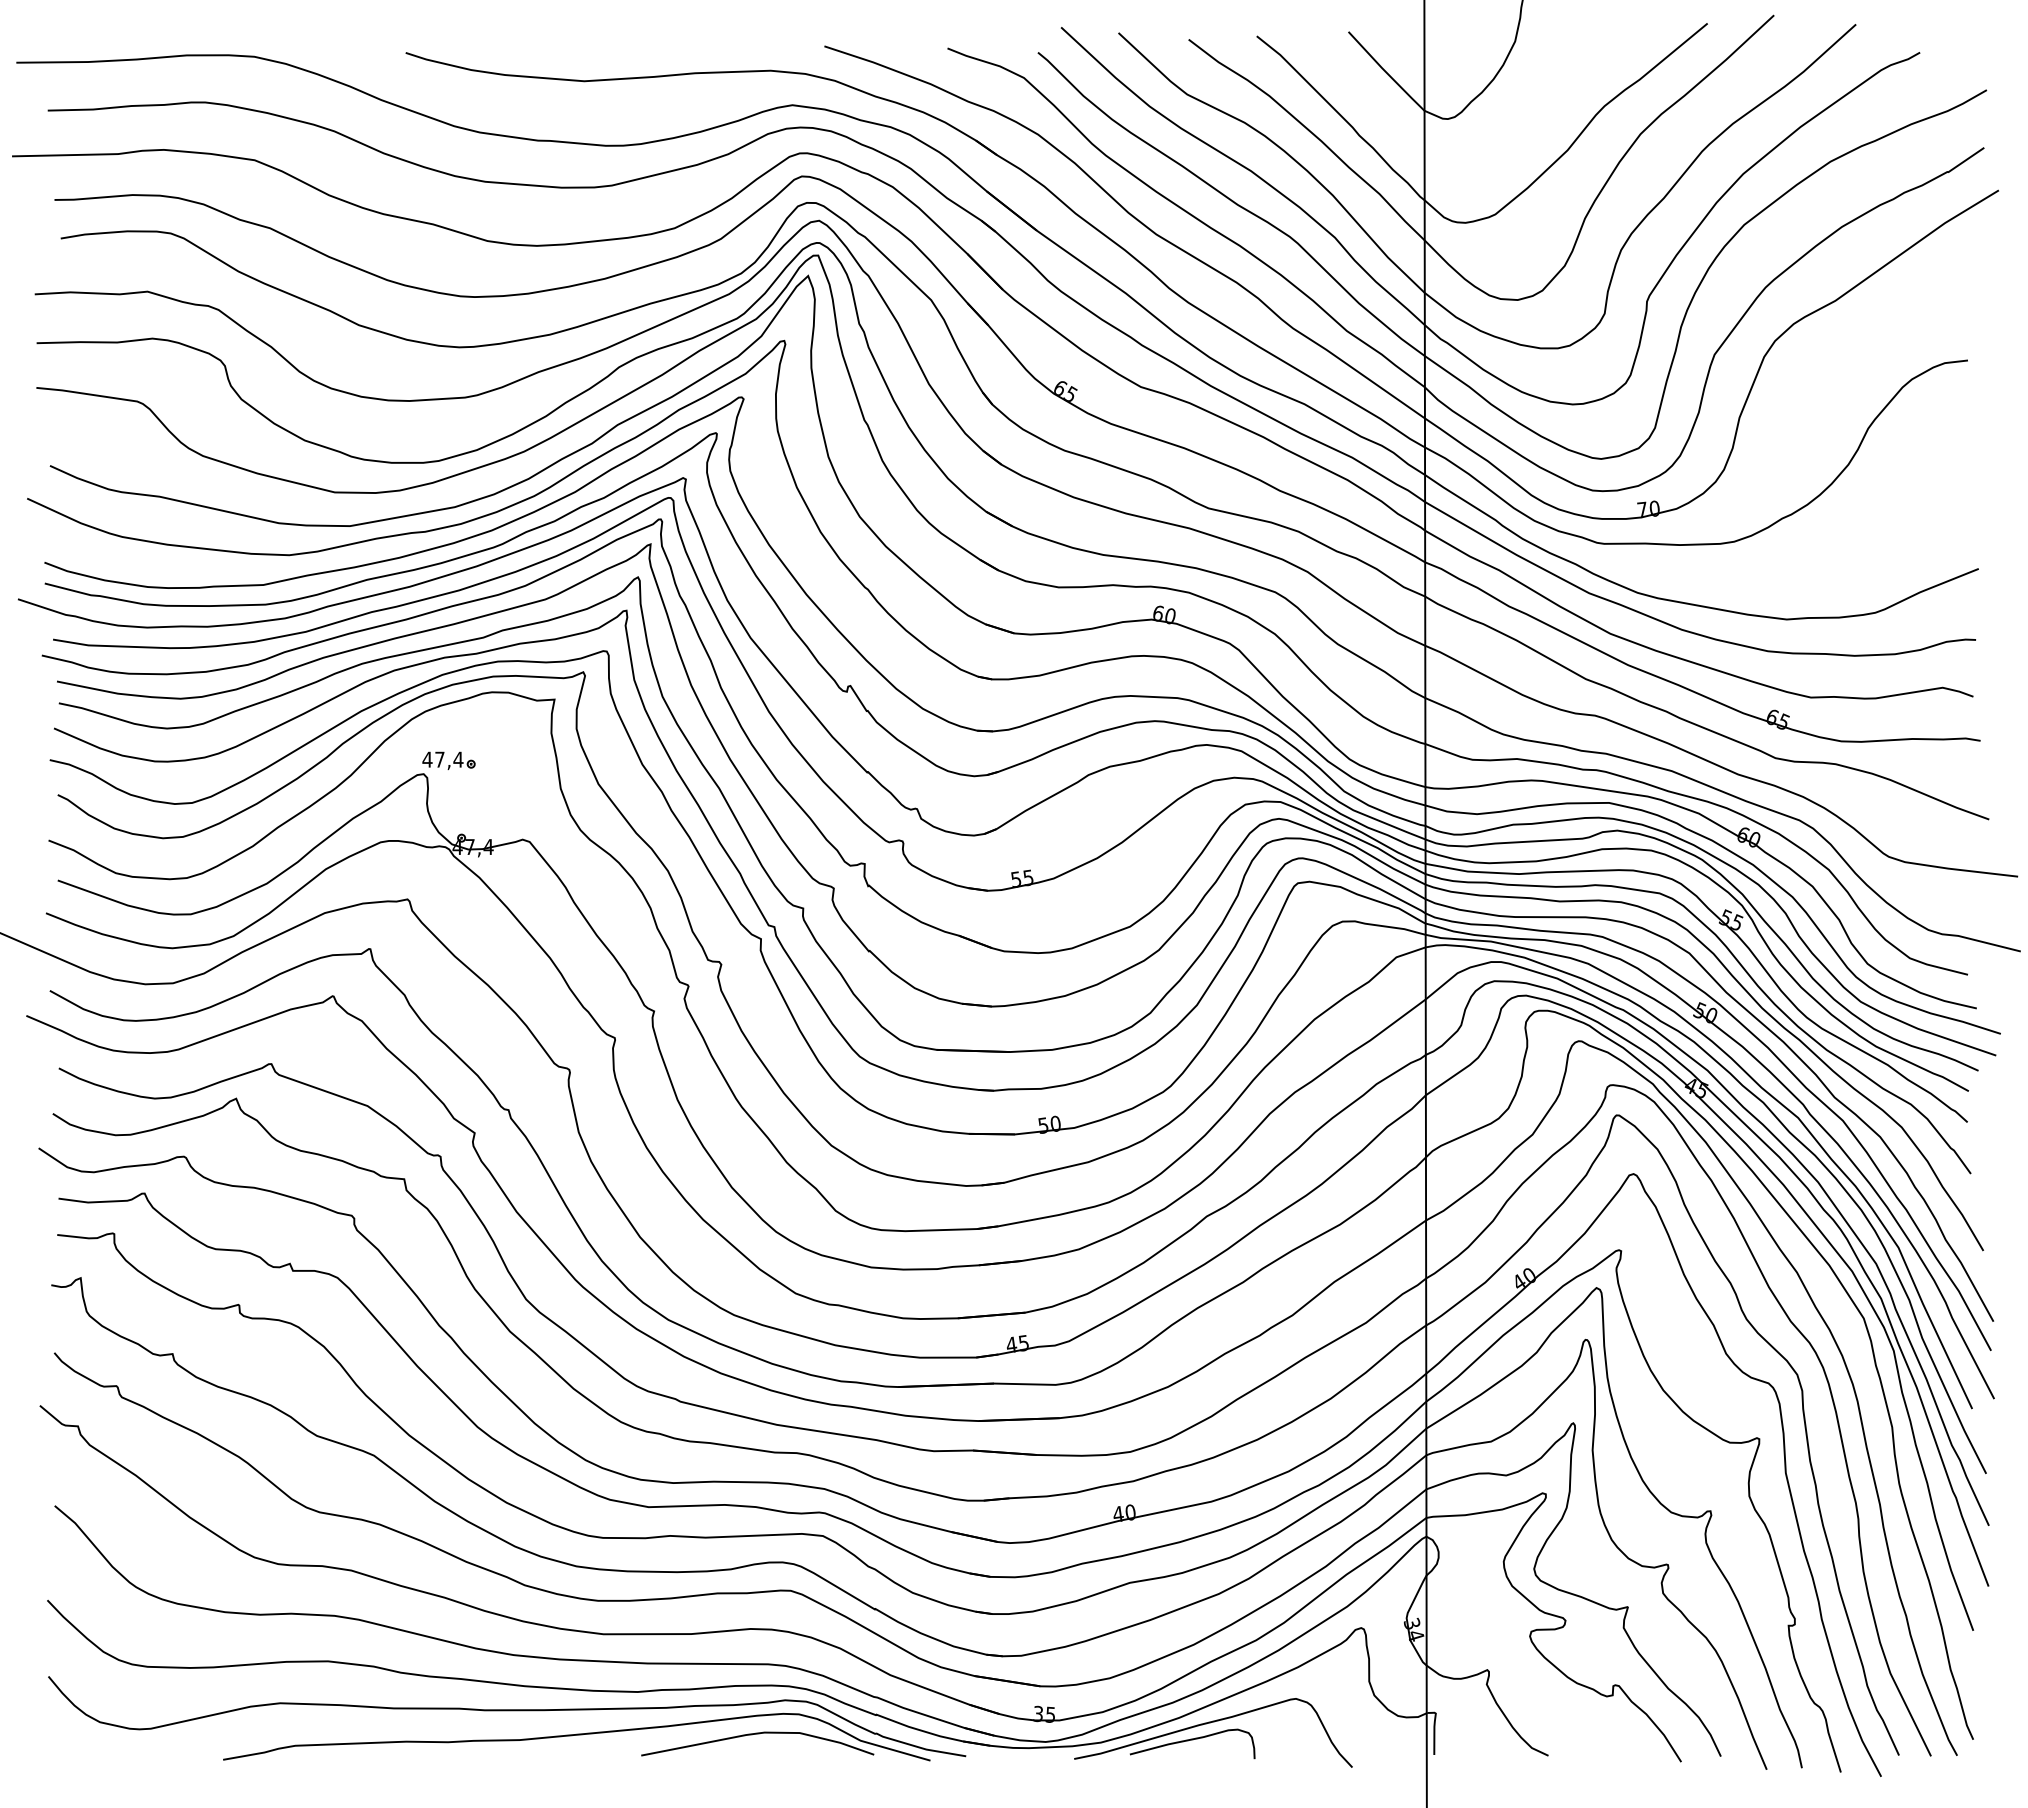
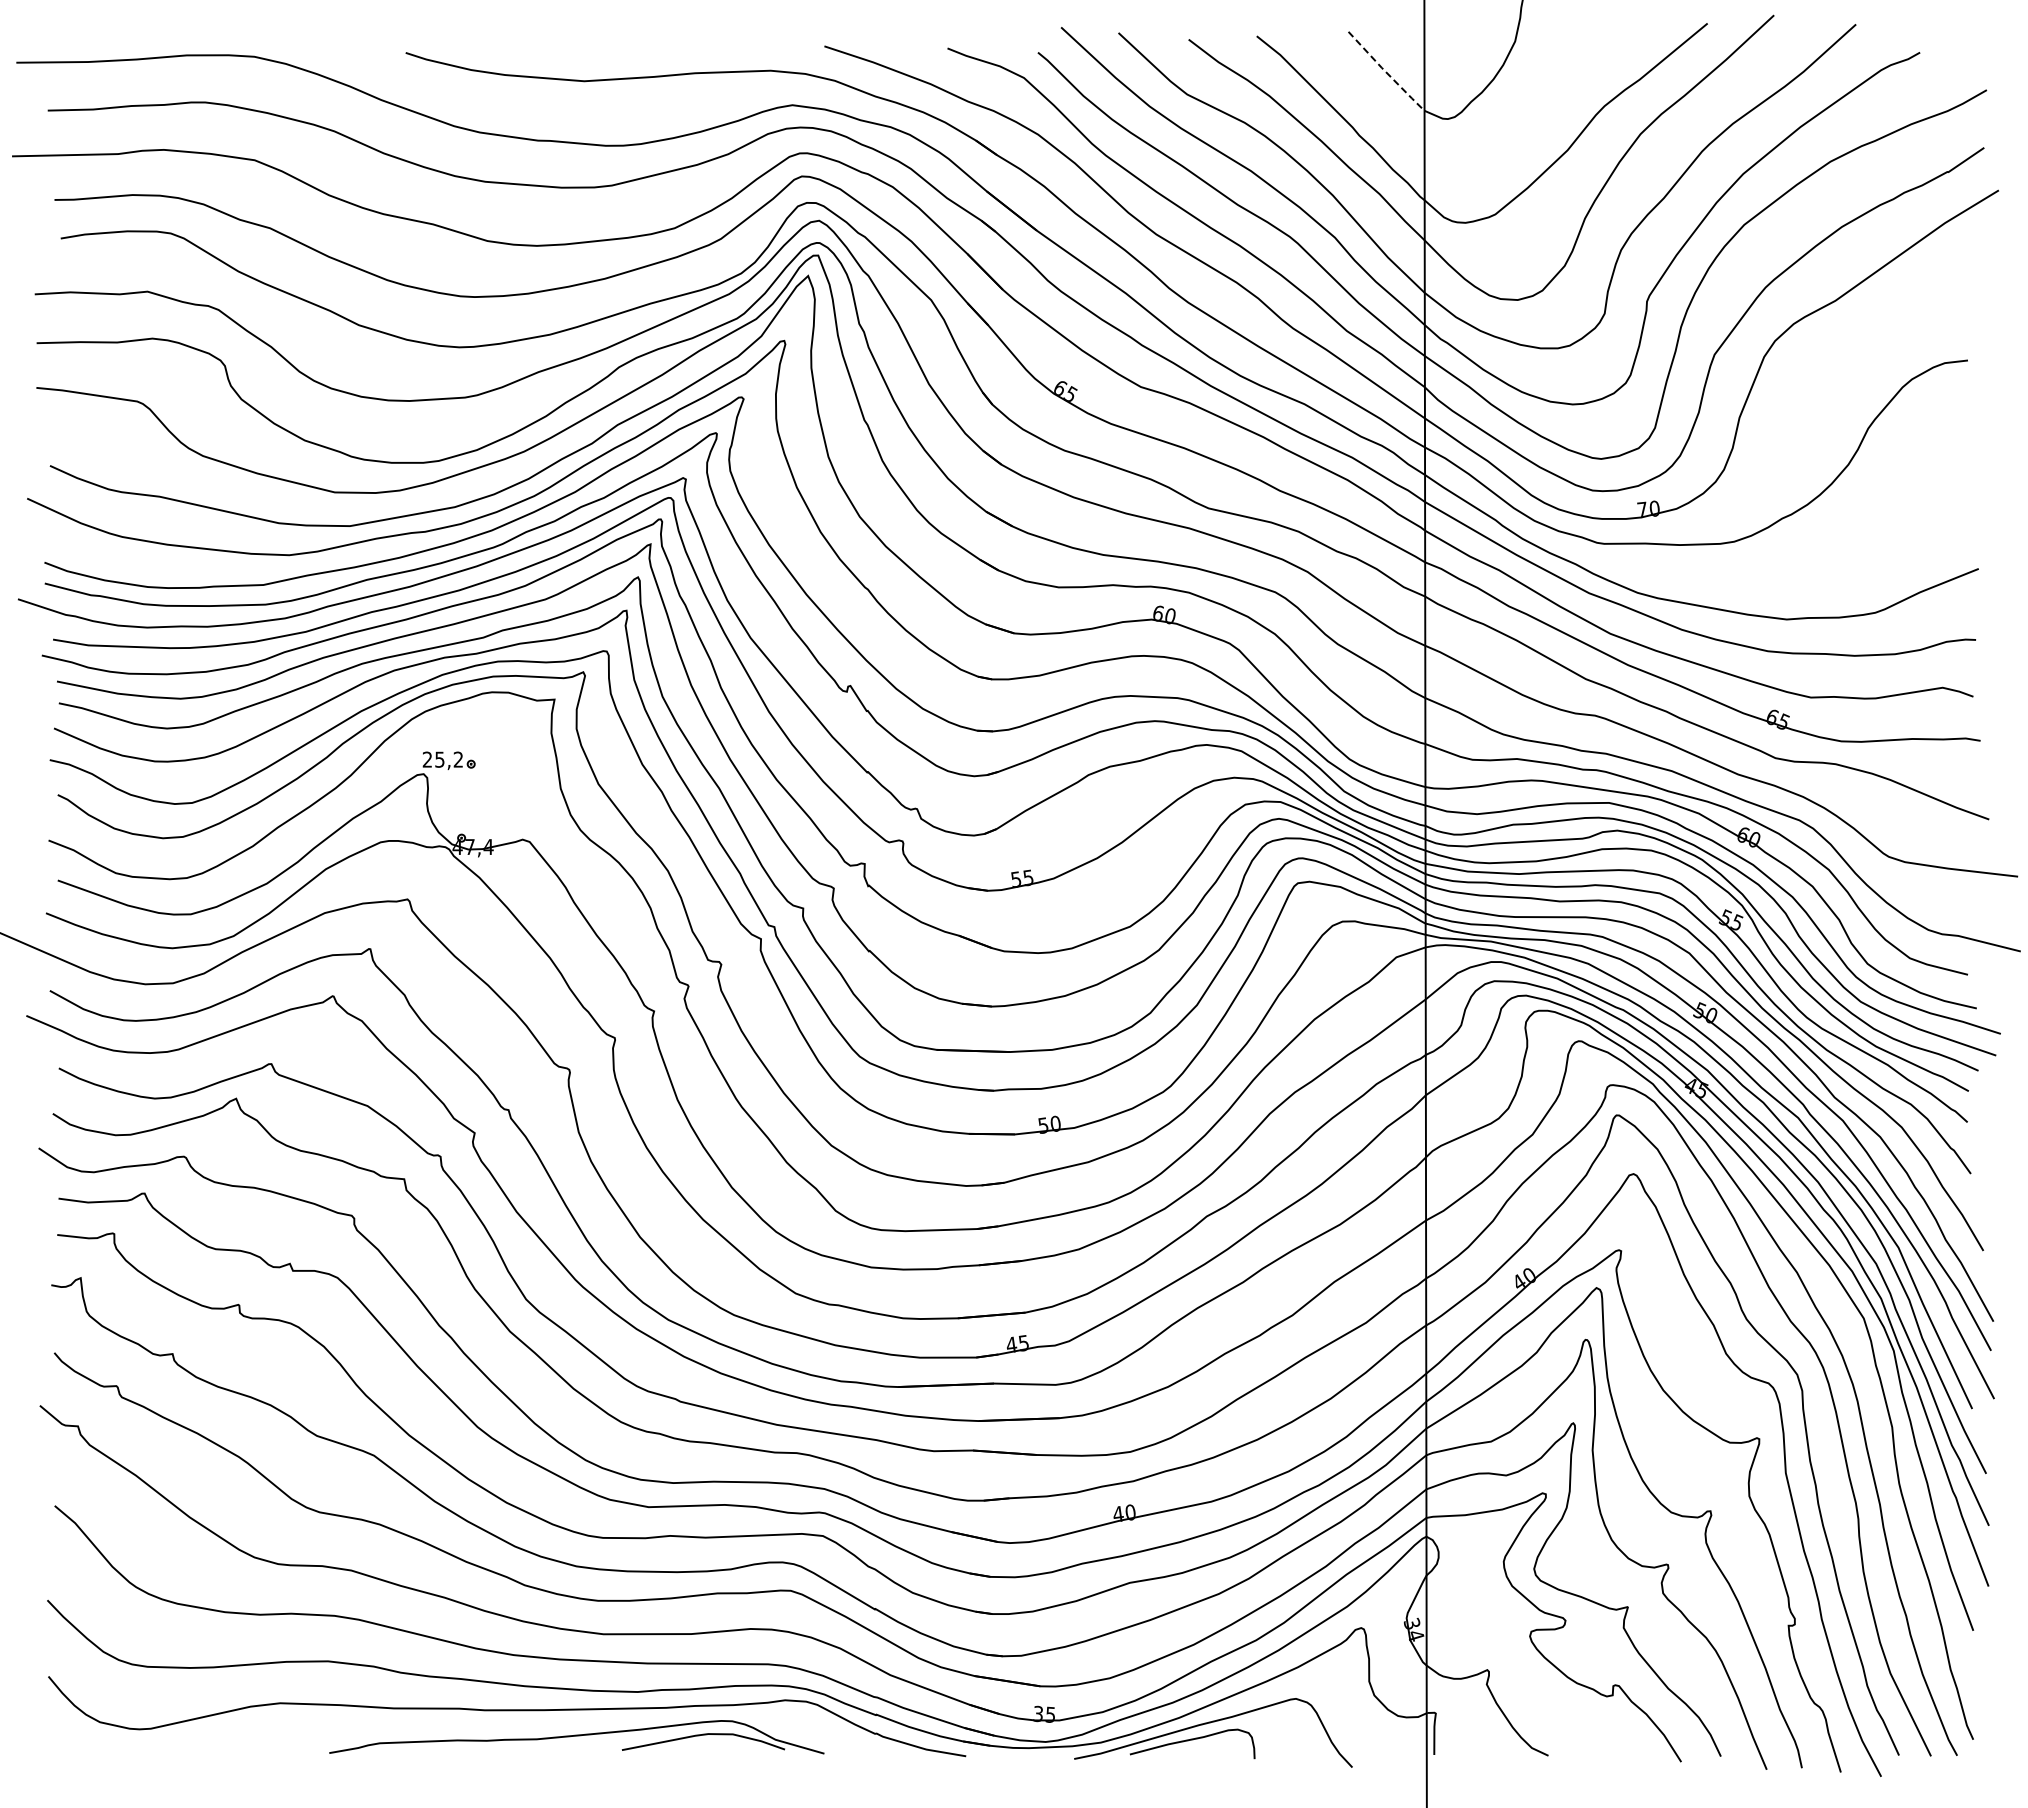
line at (1386, 72): solid -> dashed
text at (442, 759): 47,4 -> 25,2
part at (576, 1737) size: 708x49 px -> 496x35 px
